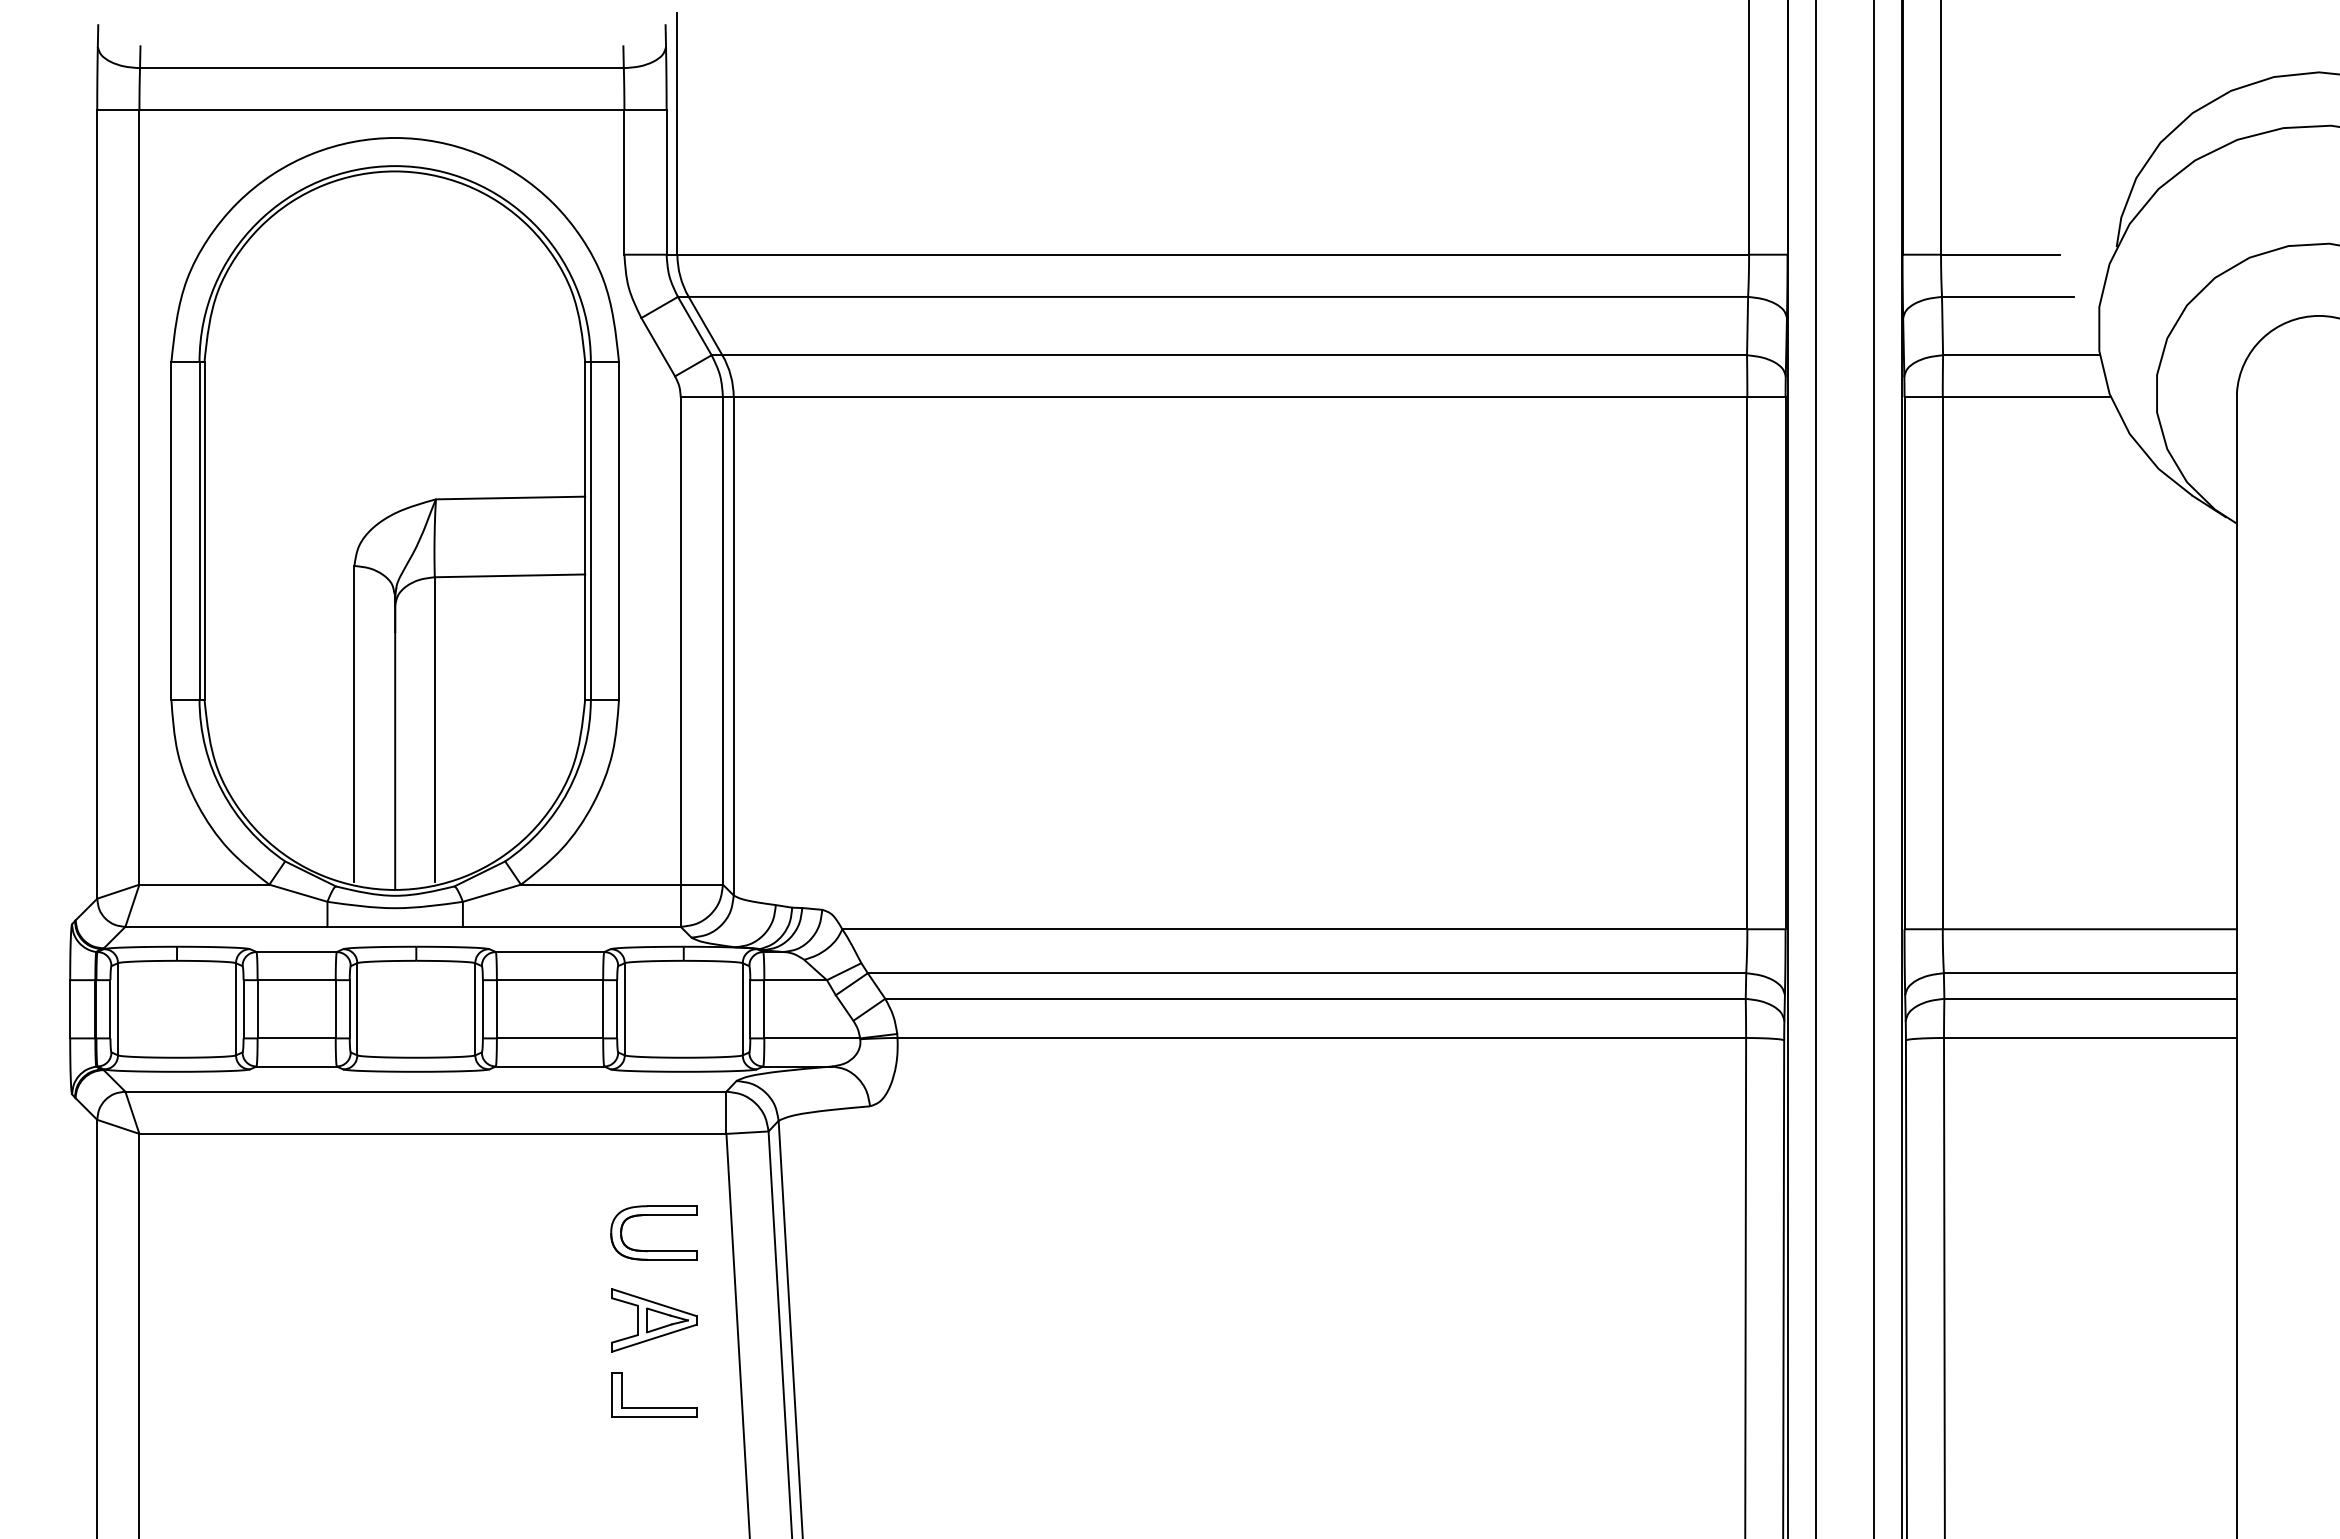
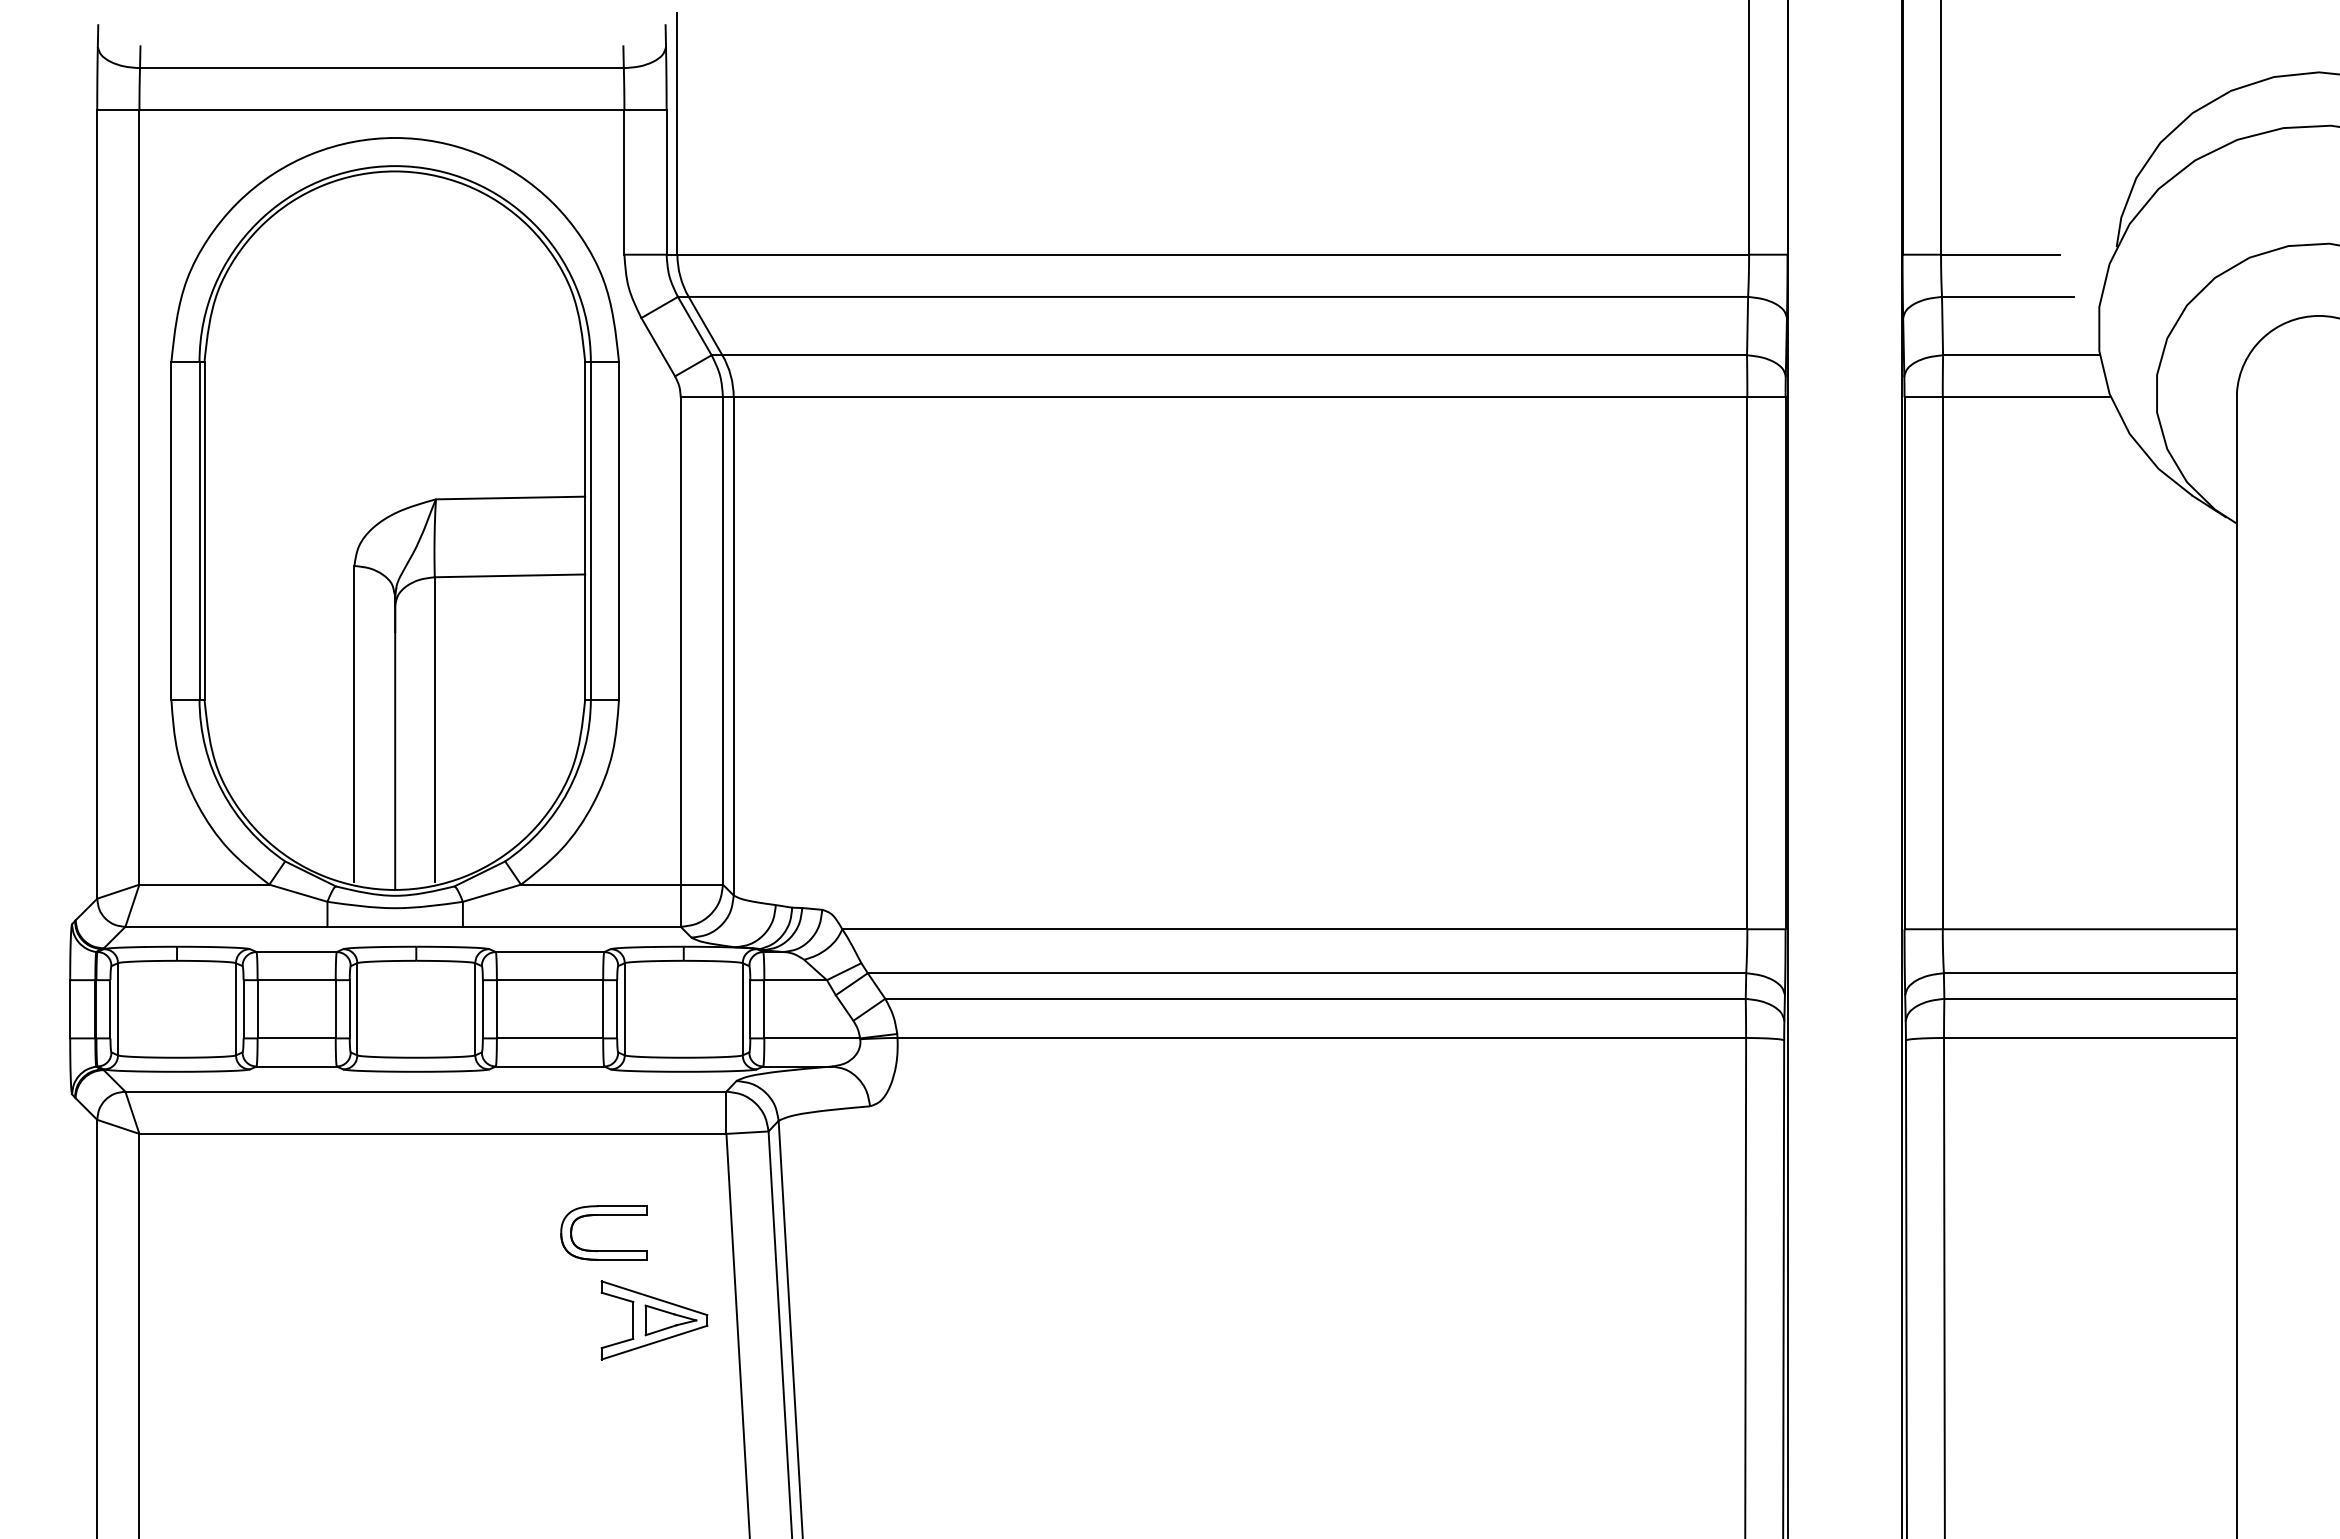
line at (1815, 768): present -> none
line at (1874, 768): present -> none
part at (653, 1215) position: (653, 1215) -> (603, 1215)
part at (654, 1320) size: 87x65 px -> 109x81 px
part at (654, 1407): present -> none
